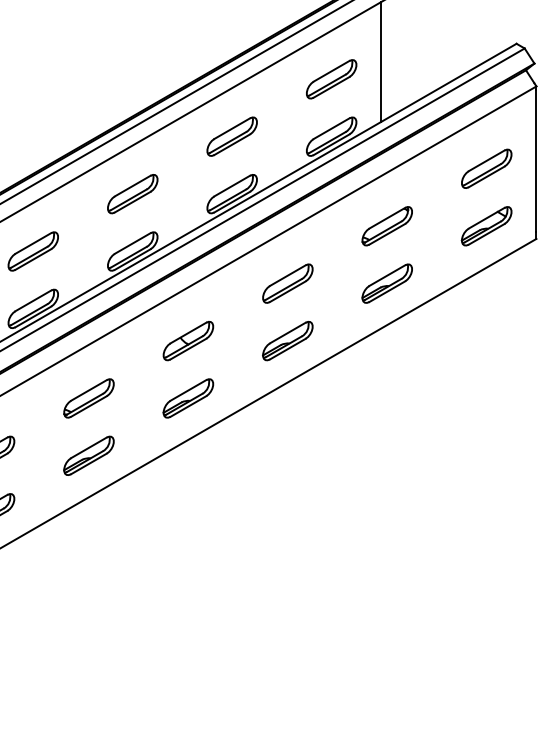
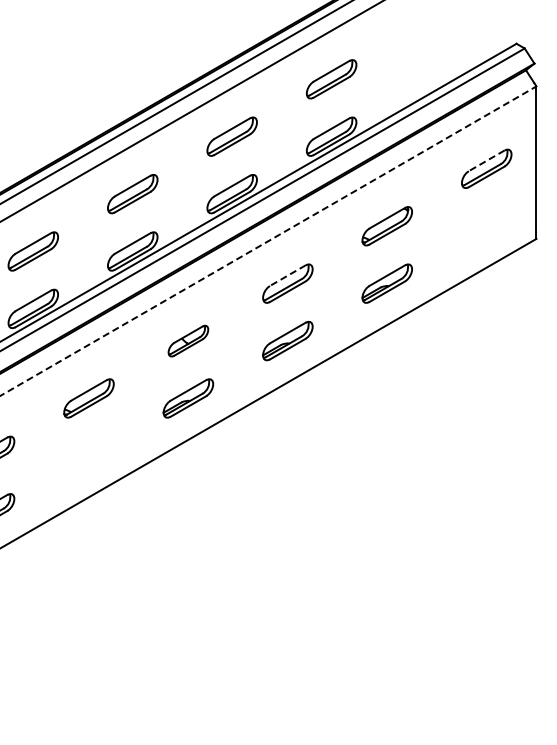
line at (381, 61): present -> none
line at (486, 160): solid -> dashed
part at (486, 226): present -> none
line at (268, 240): solid -> dashed
line at (287, 275): solid -> dashed
part at (188, 341) size: 53x41 px -> 43x34 px
part at (88, 455): present -> none
